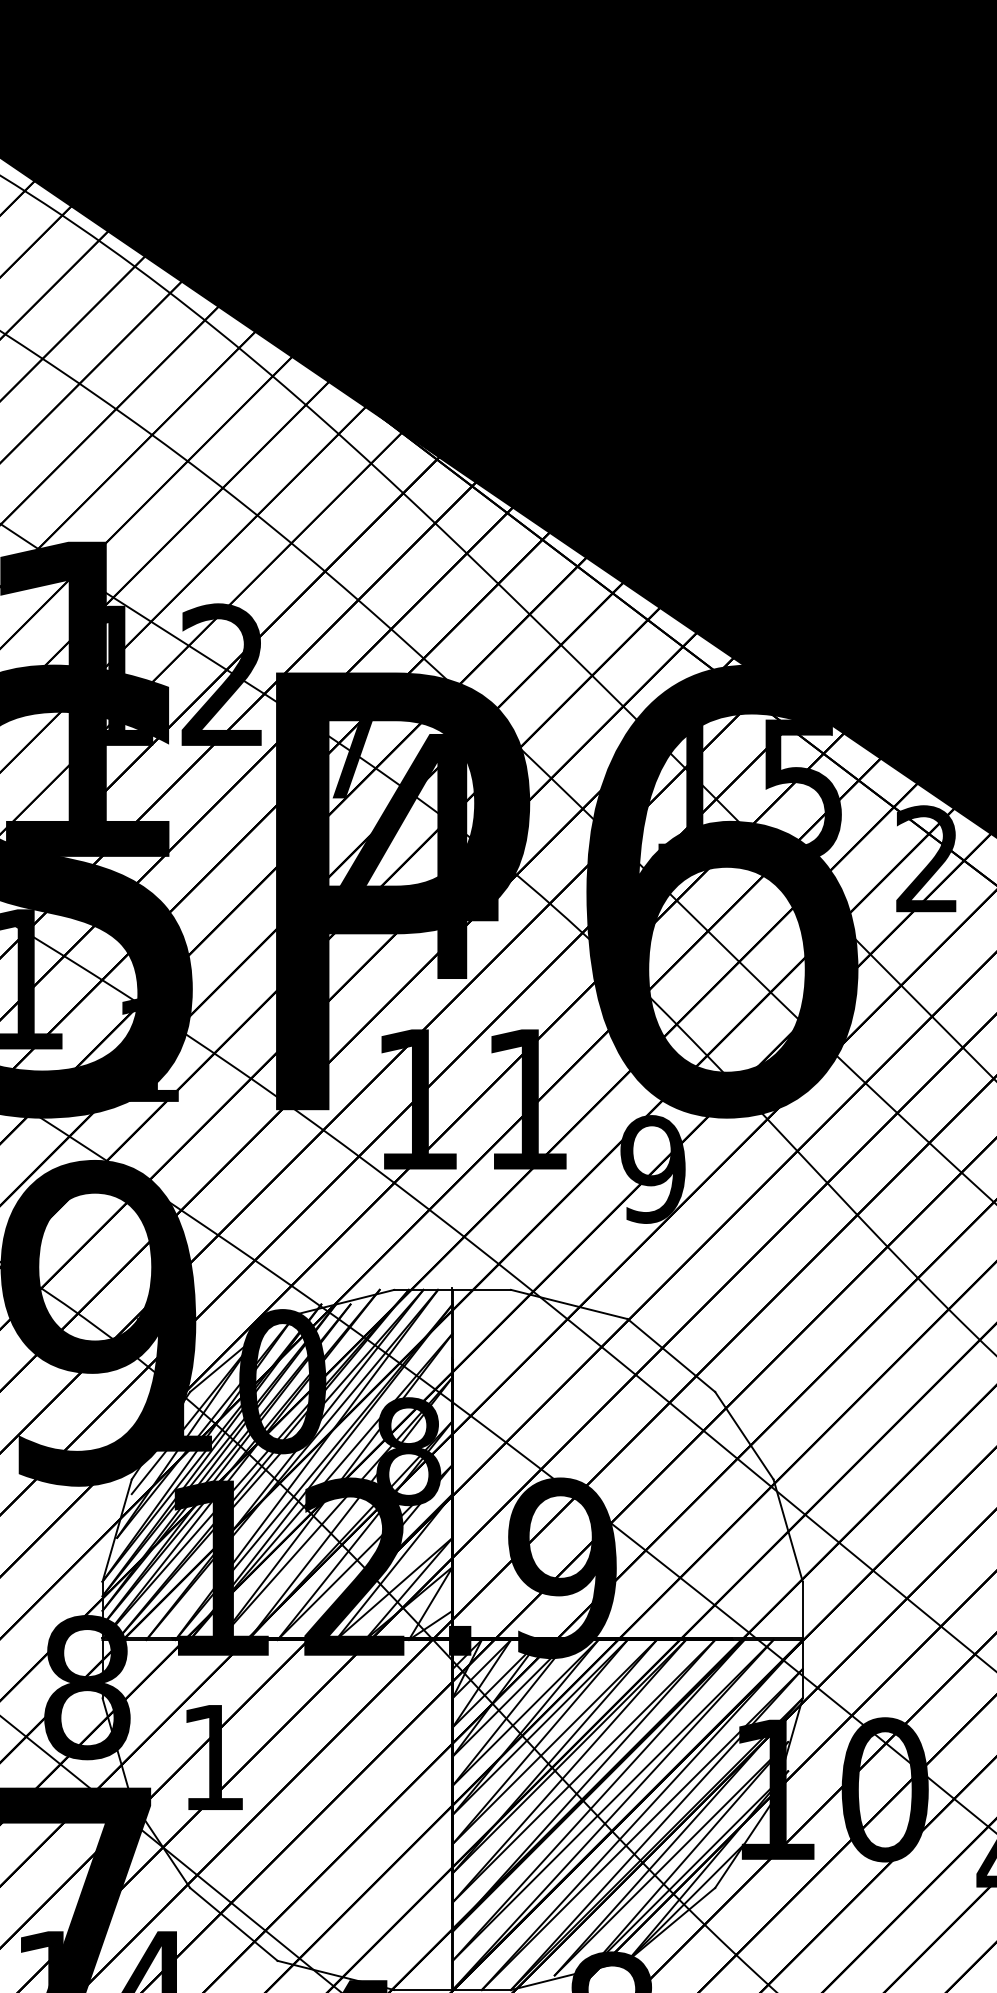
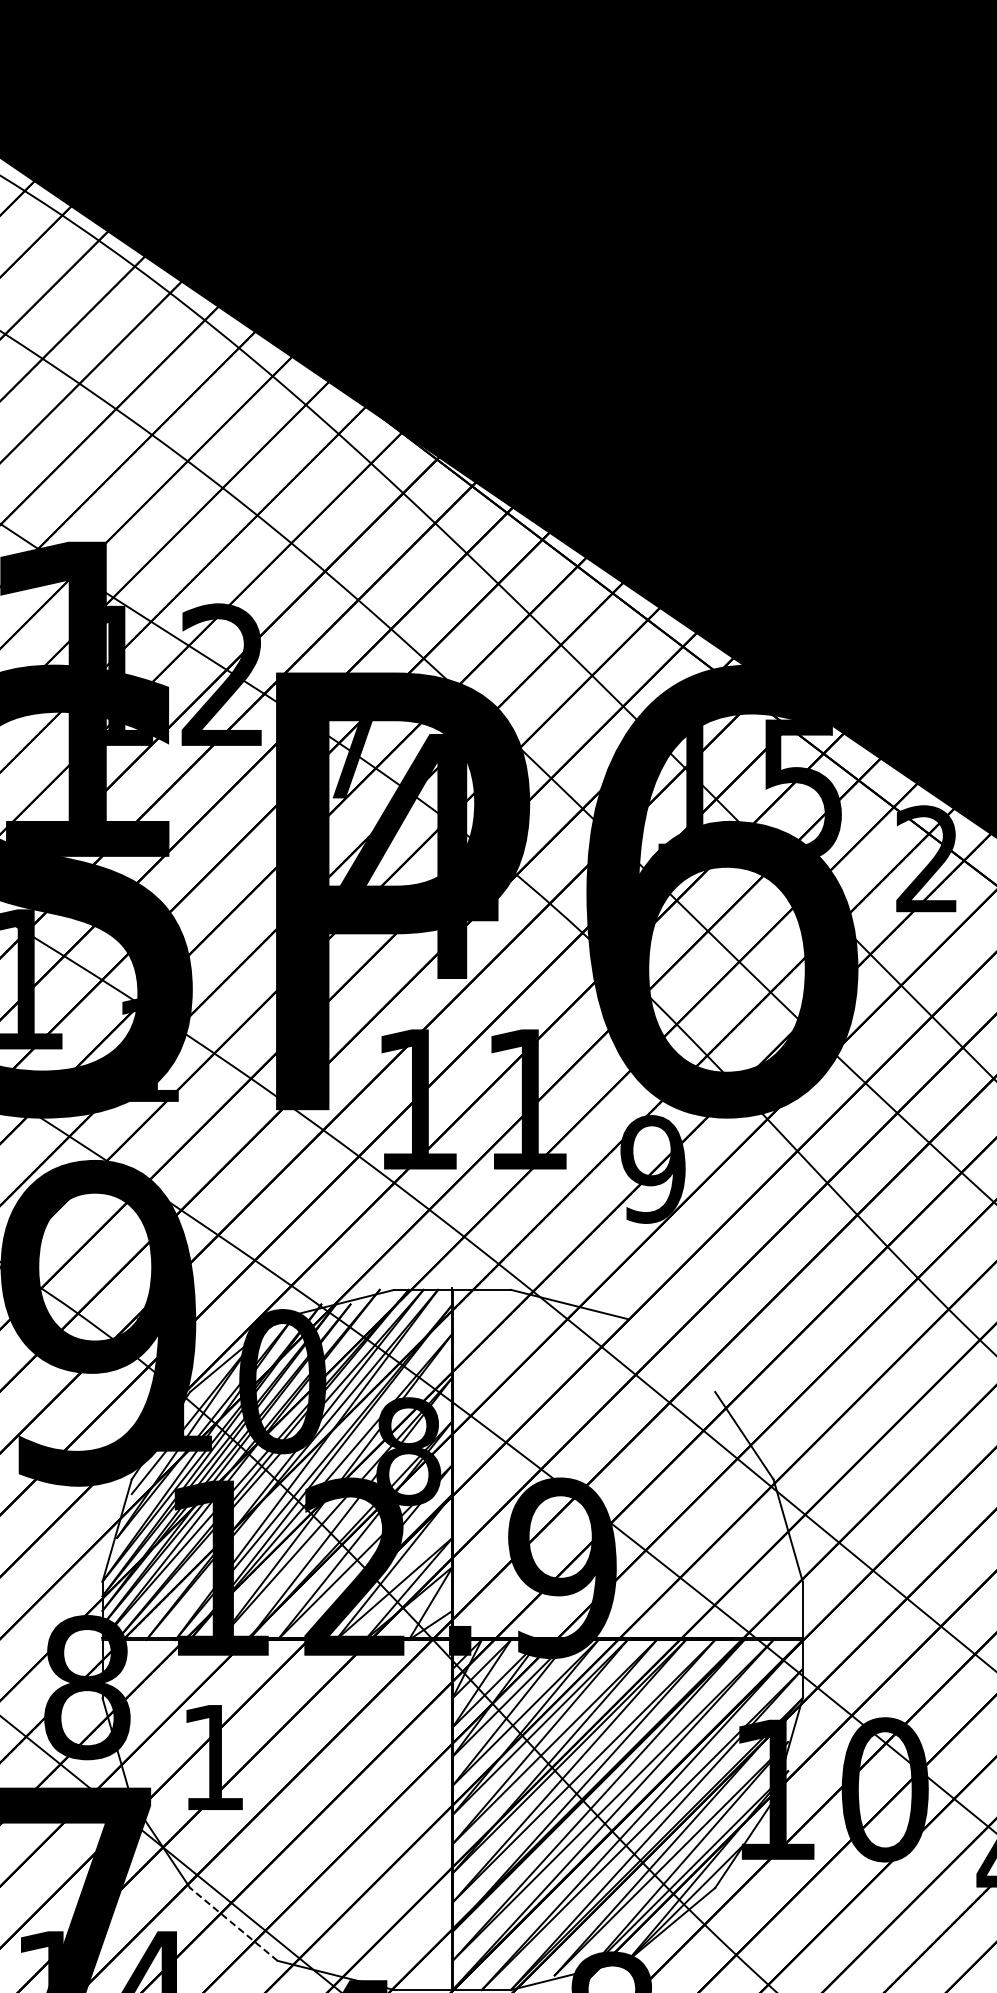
line at (671, 1355): present -> none
line at (233, 1924): solid -> dashed
